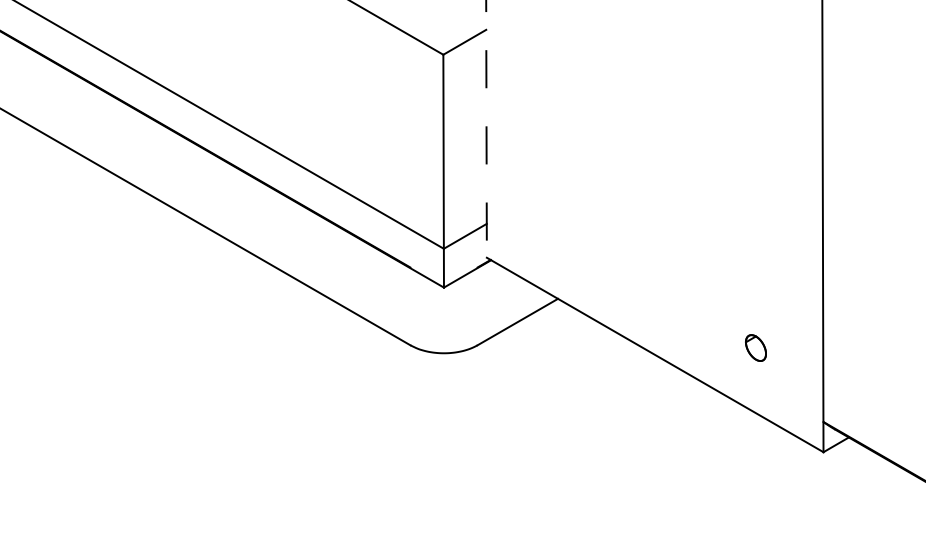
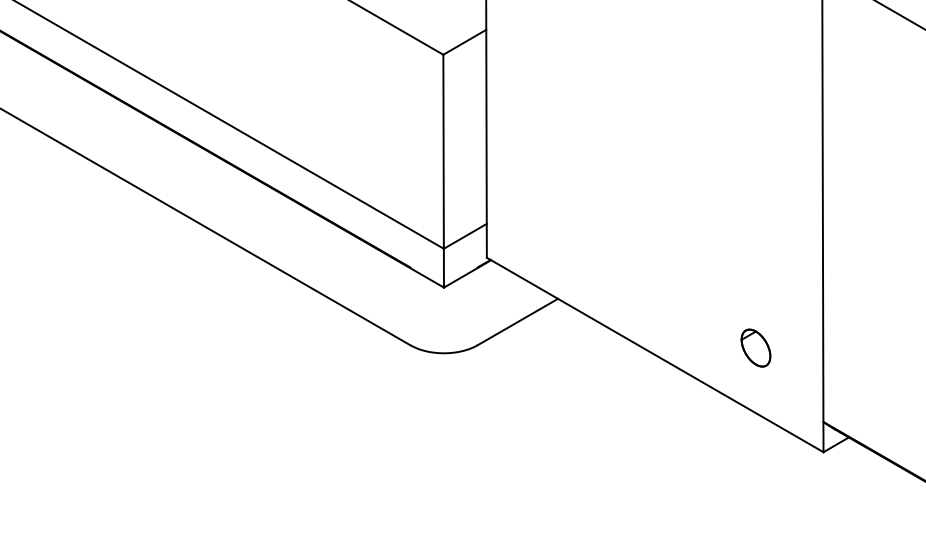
line at (899, 15): none -> present
line at (486, 128): dashed -> solid
part at (755, 347) size: 22x28 px -> 32x40 px
